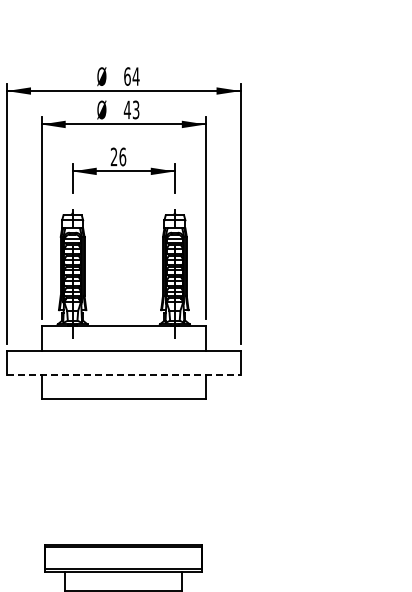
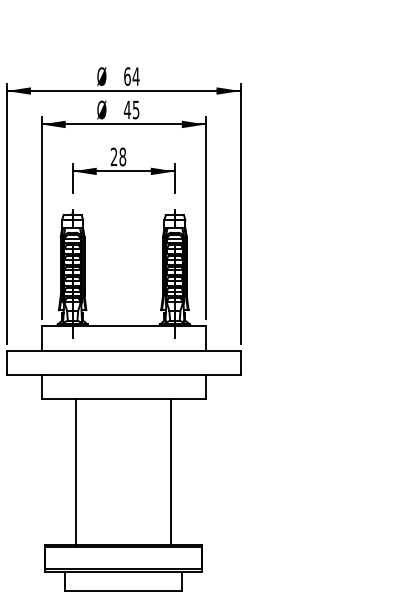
text at (136, 109): 43 -> 45
text at (122, 156): 26 -> 28
line at (123, 375): dashed -> solid
line at (76, 471): none -> present
line at (171, 471): none -> present
